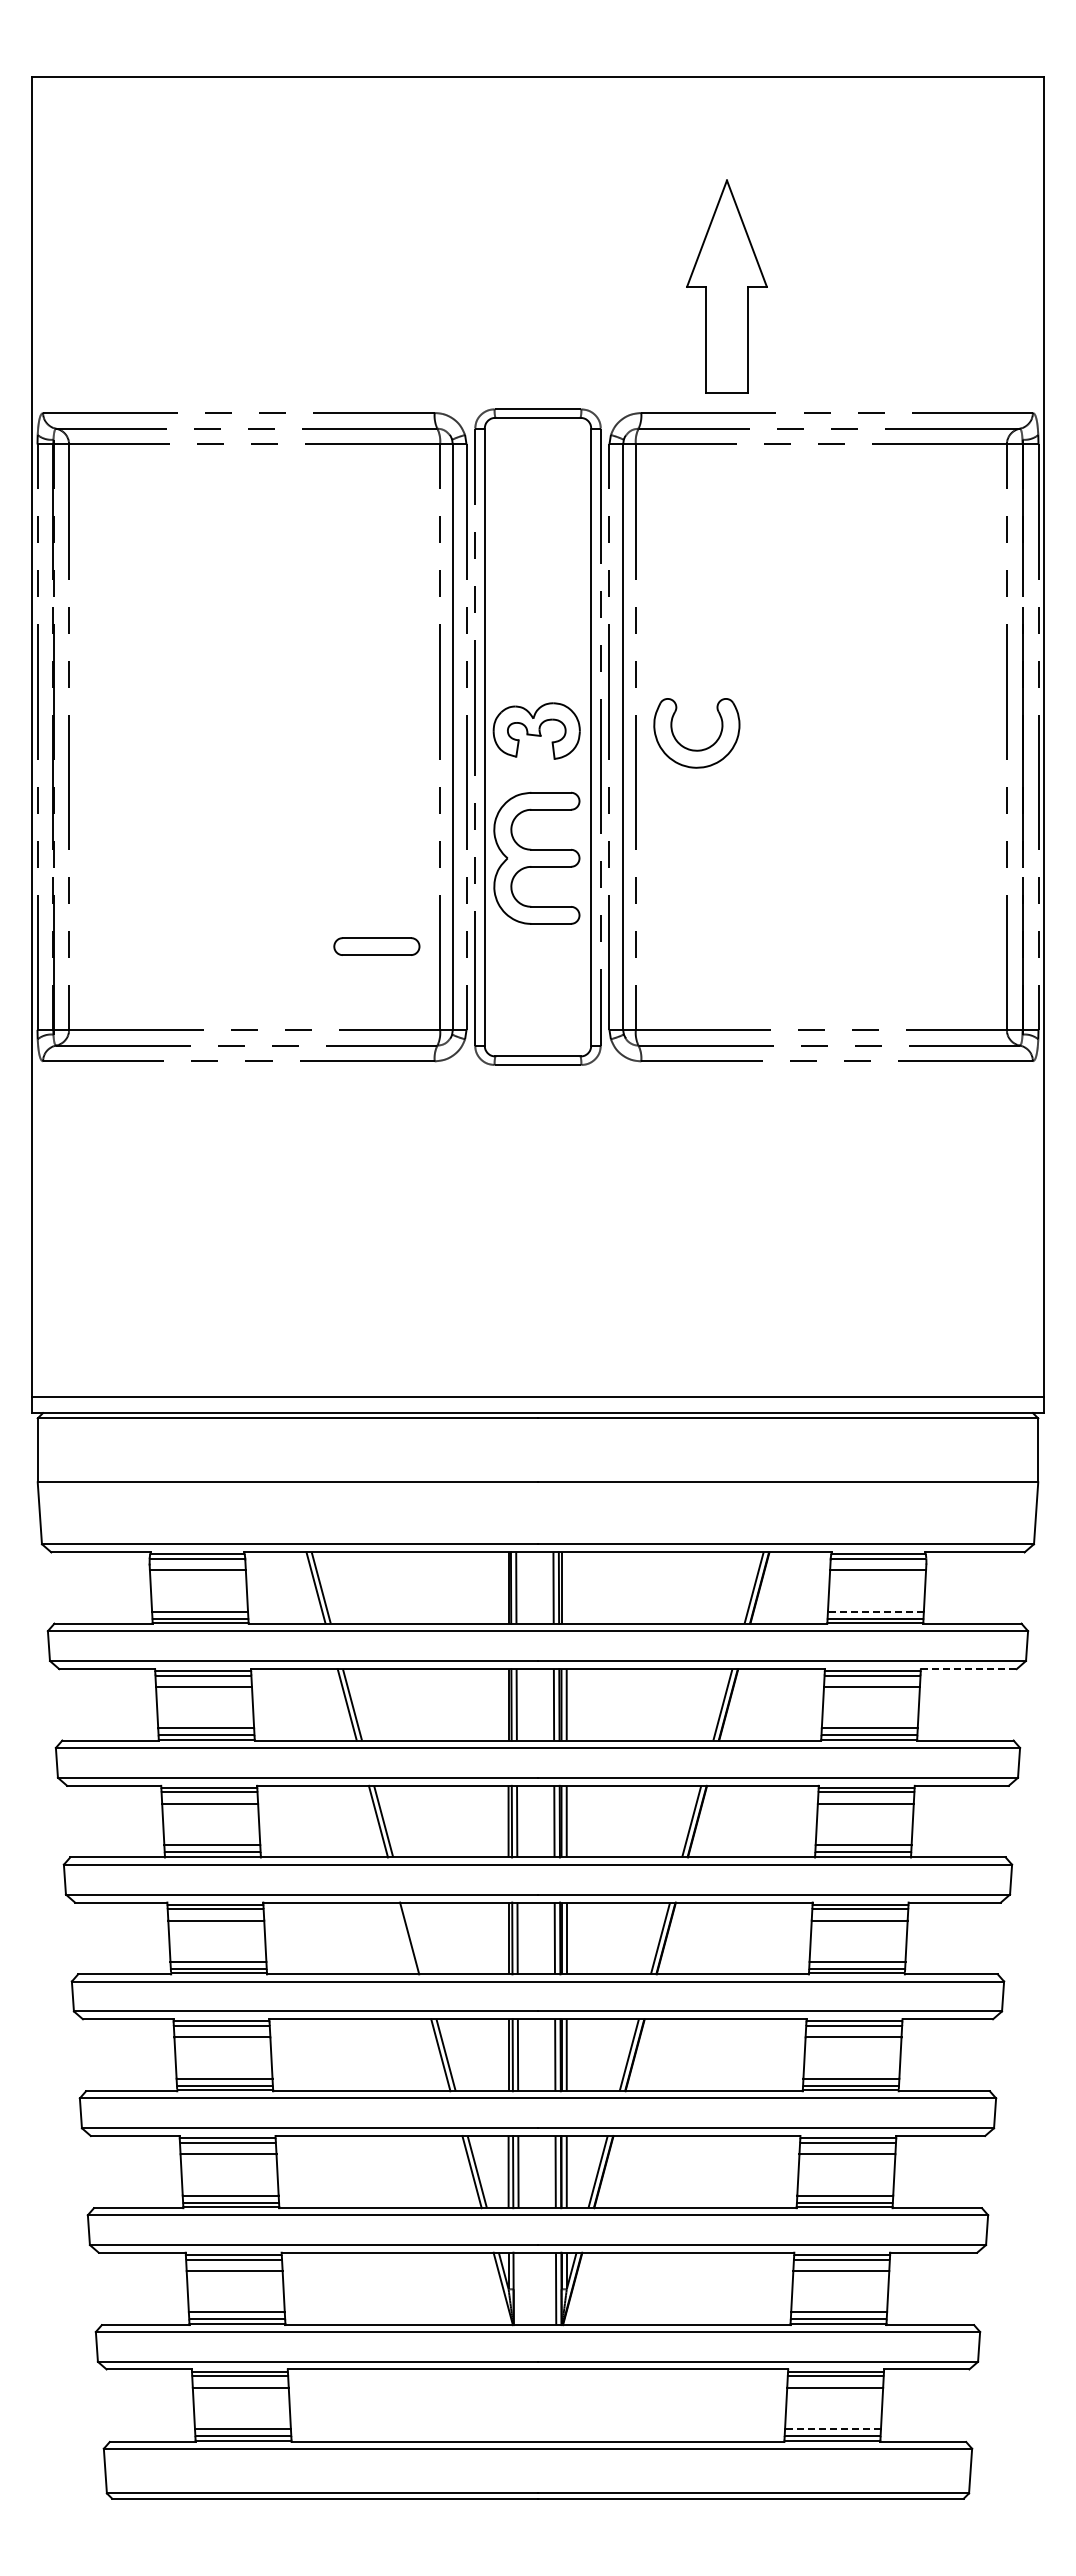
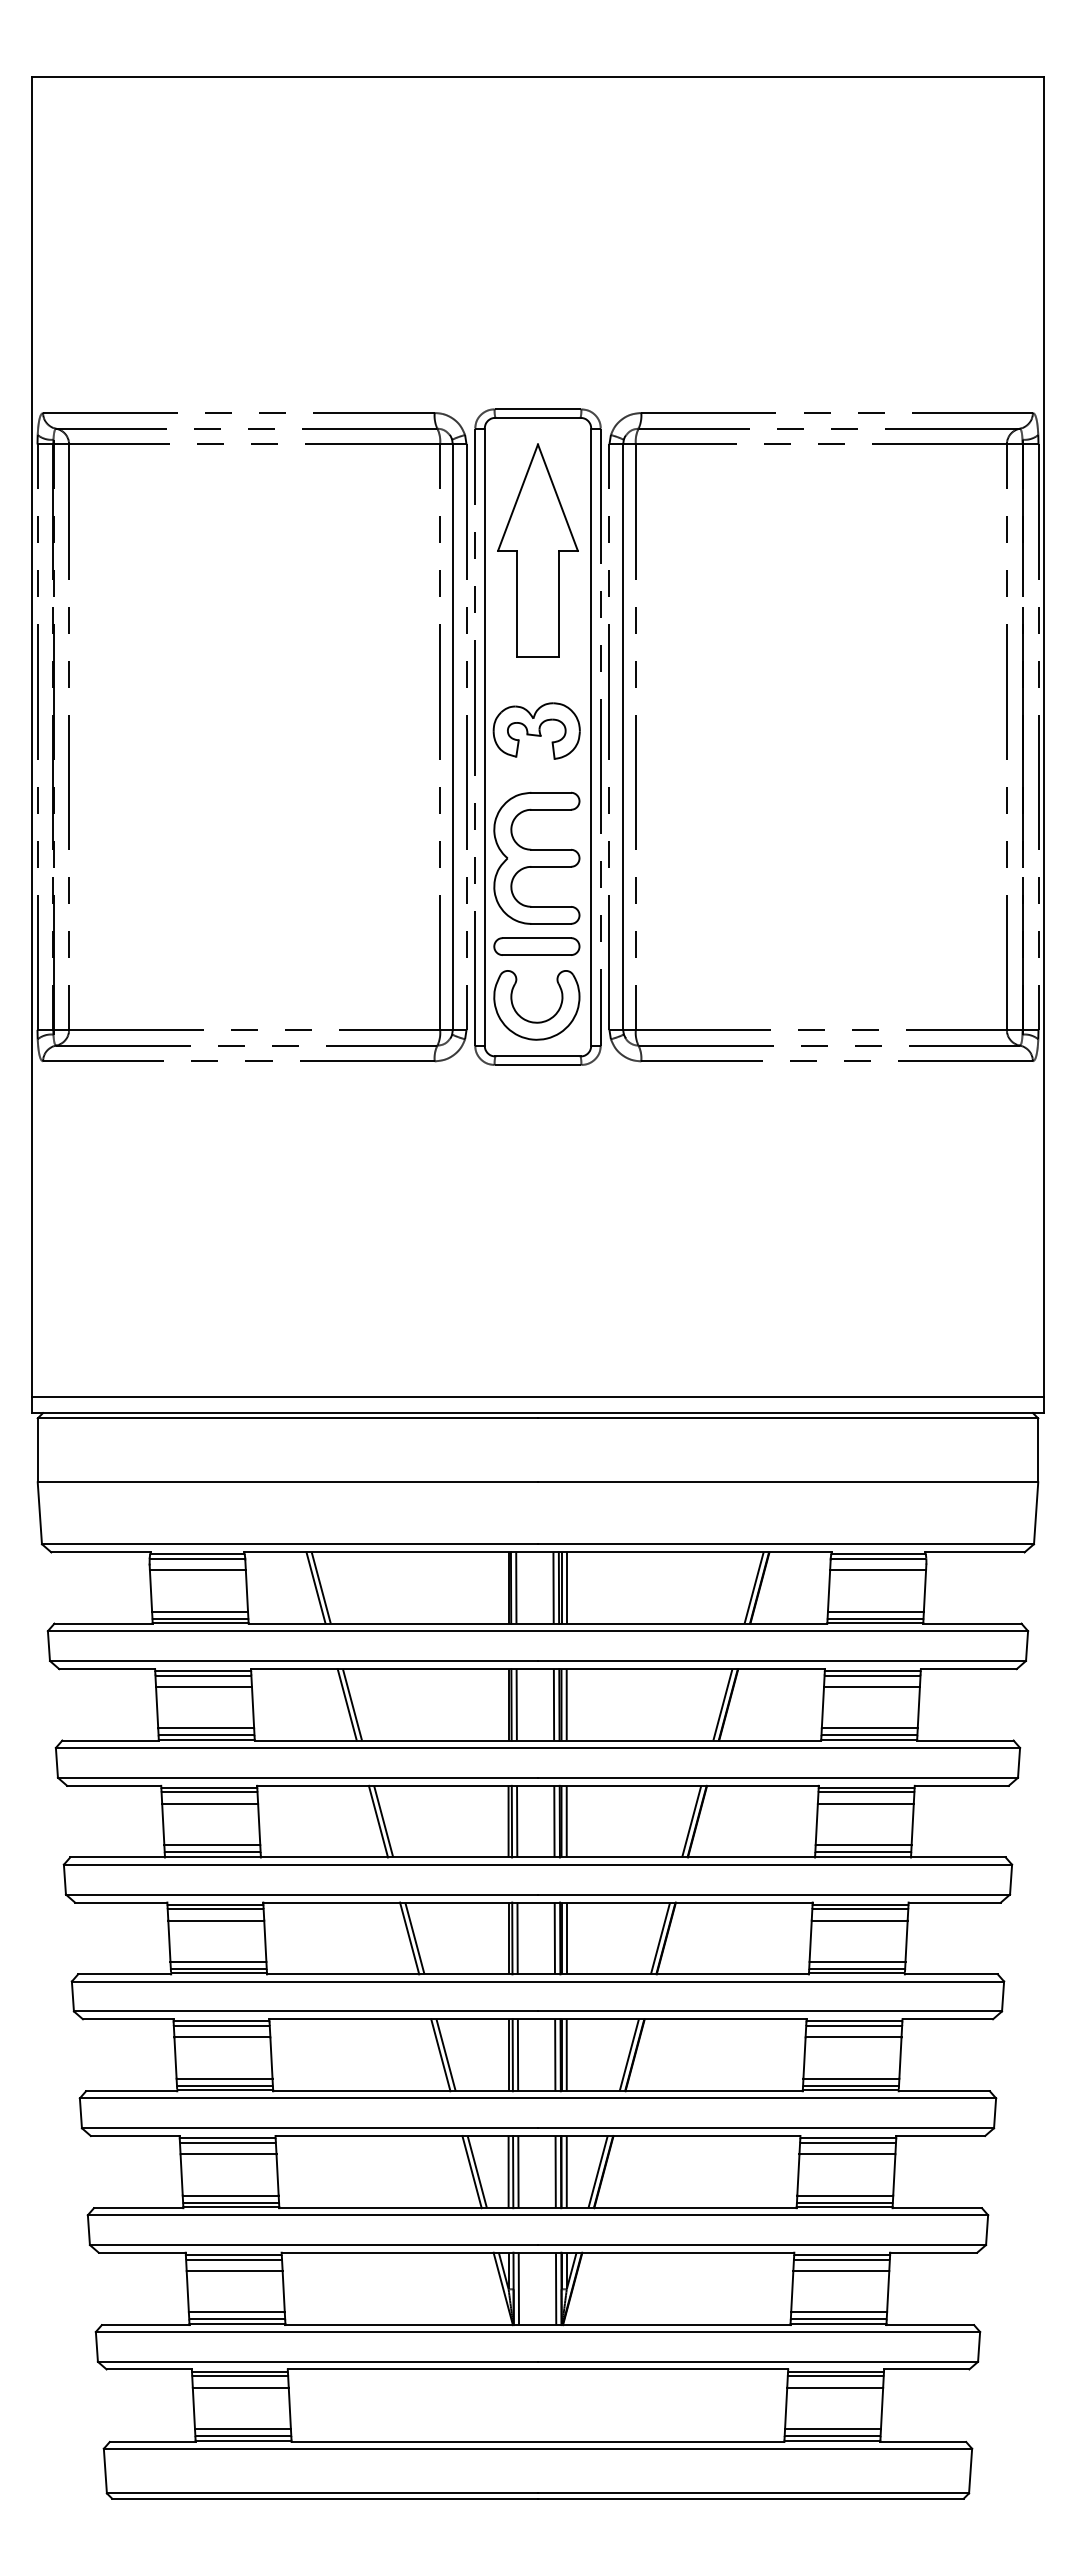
part at (726, 286) position: (726, 286) -> (537, 550)
part at (696, 749) position: (696, 749) -> (536, 1021)
part at (376, 946) position: (376, 946) -> (536, 946)
line at (566, 1587): none -> present
line at (875, 1611): dashed -> solid
line at (968, 1669): dashed -> solid
line at (414, 1938): none -> present
line at (518, 2288): none -> present
line at (833, 2429): dashed -> solid
